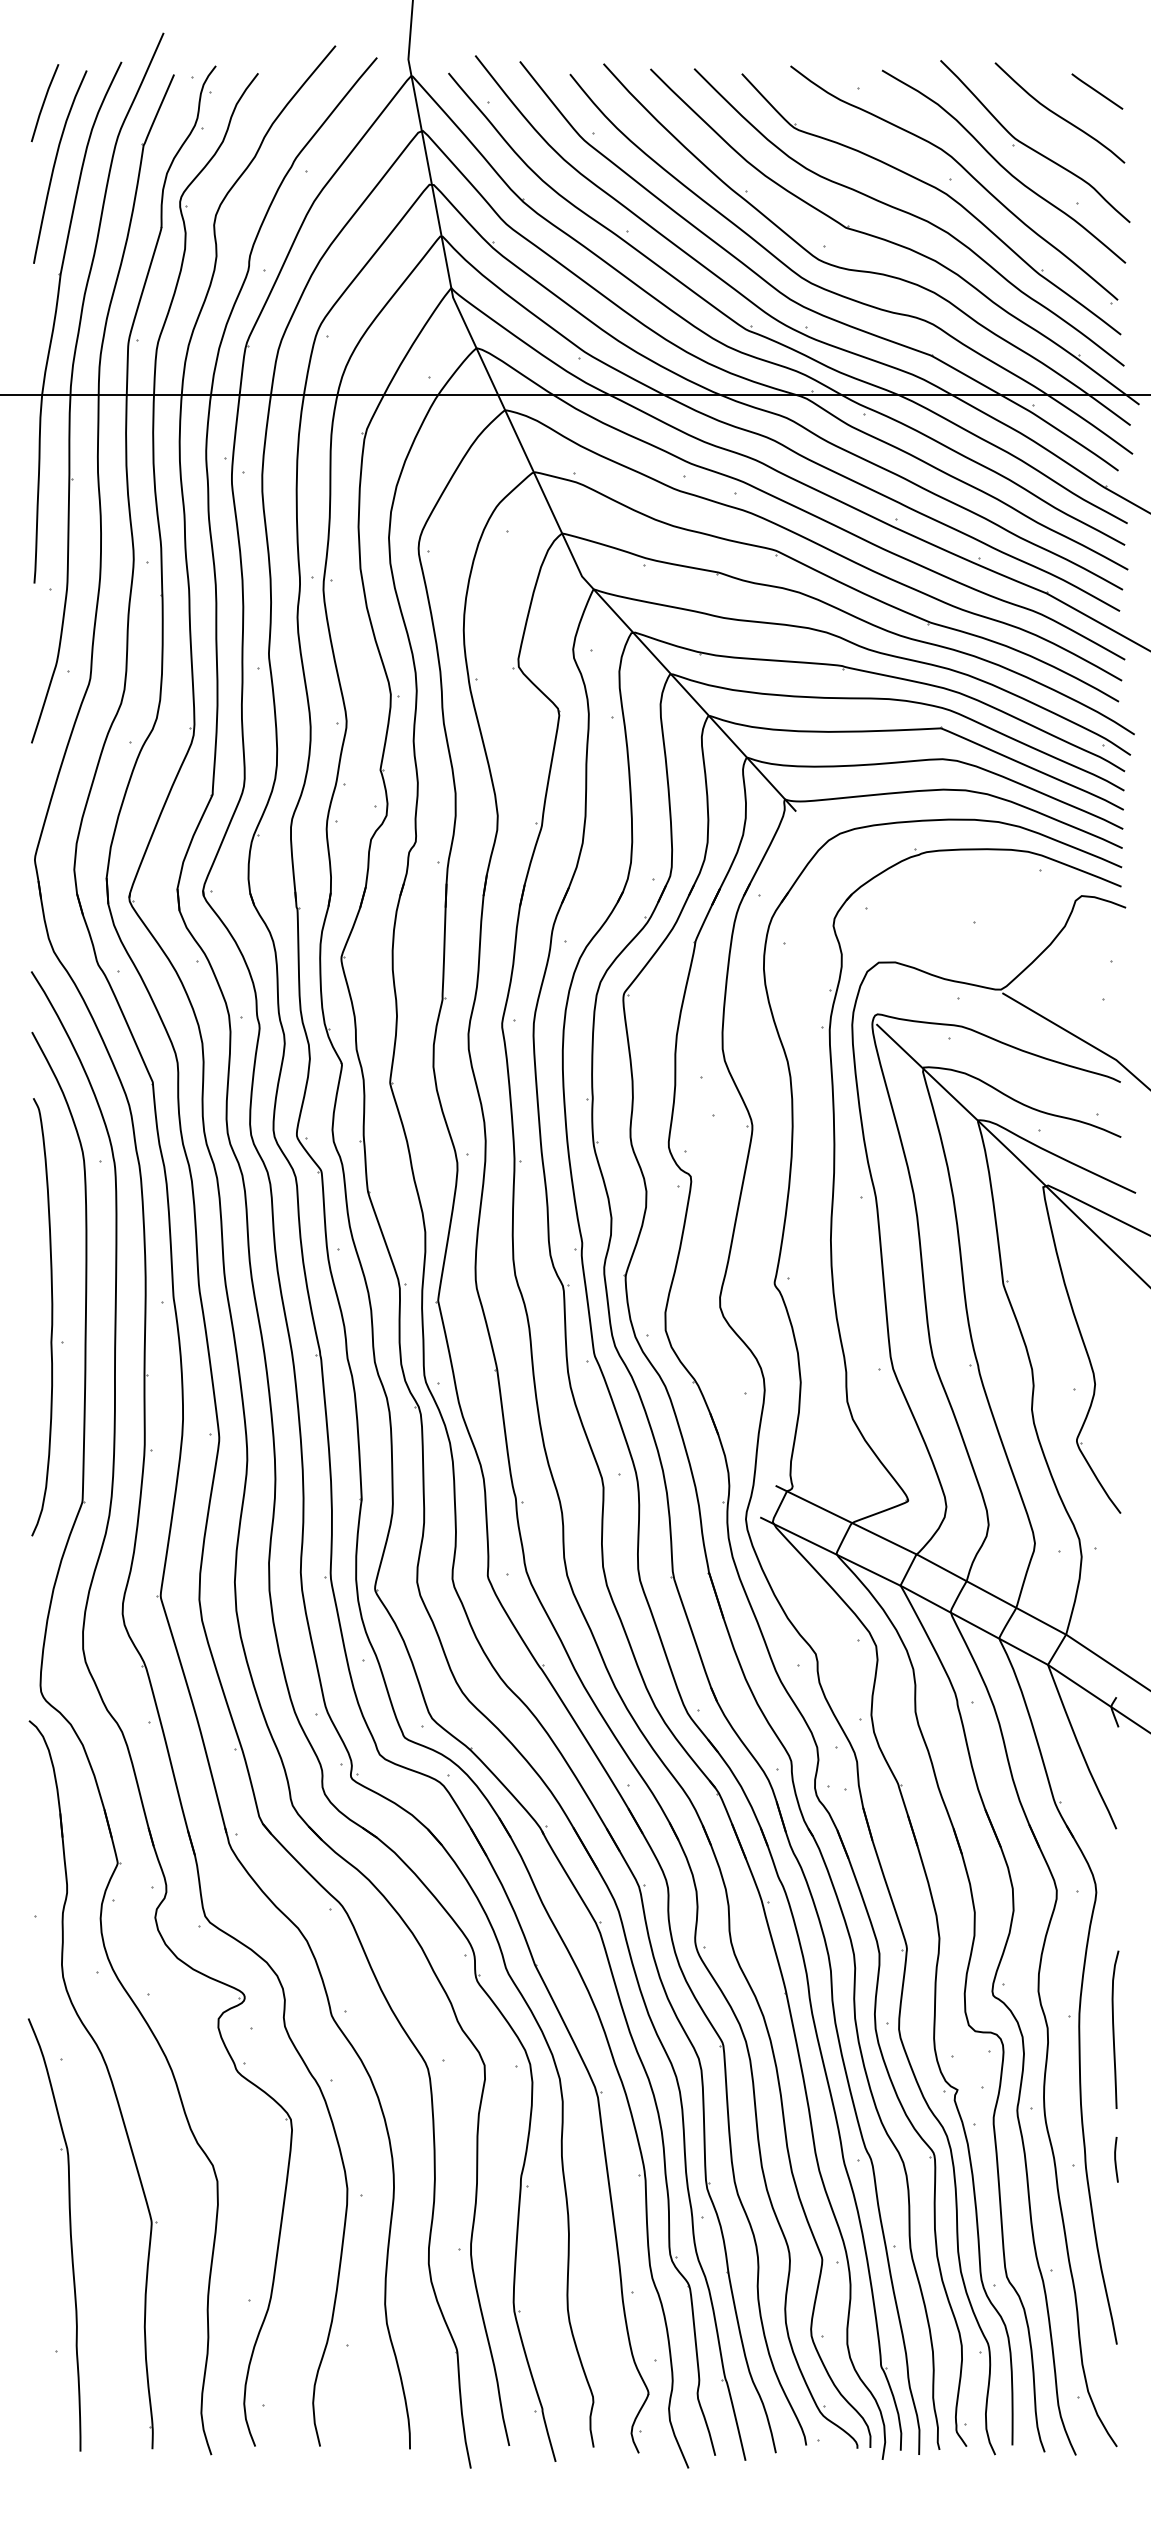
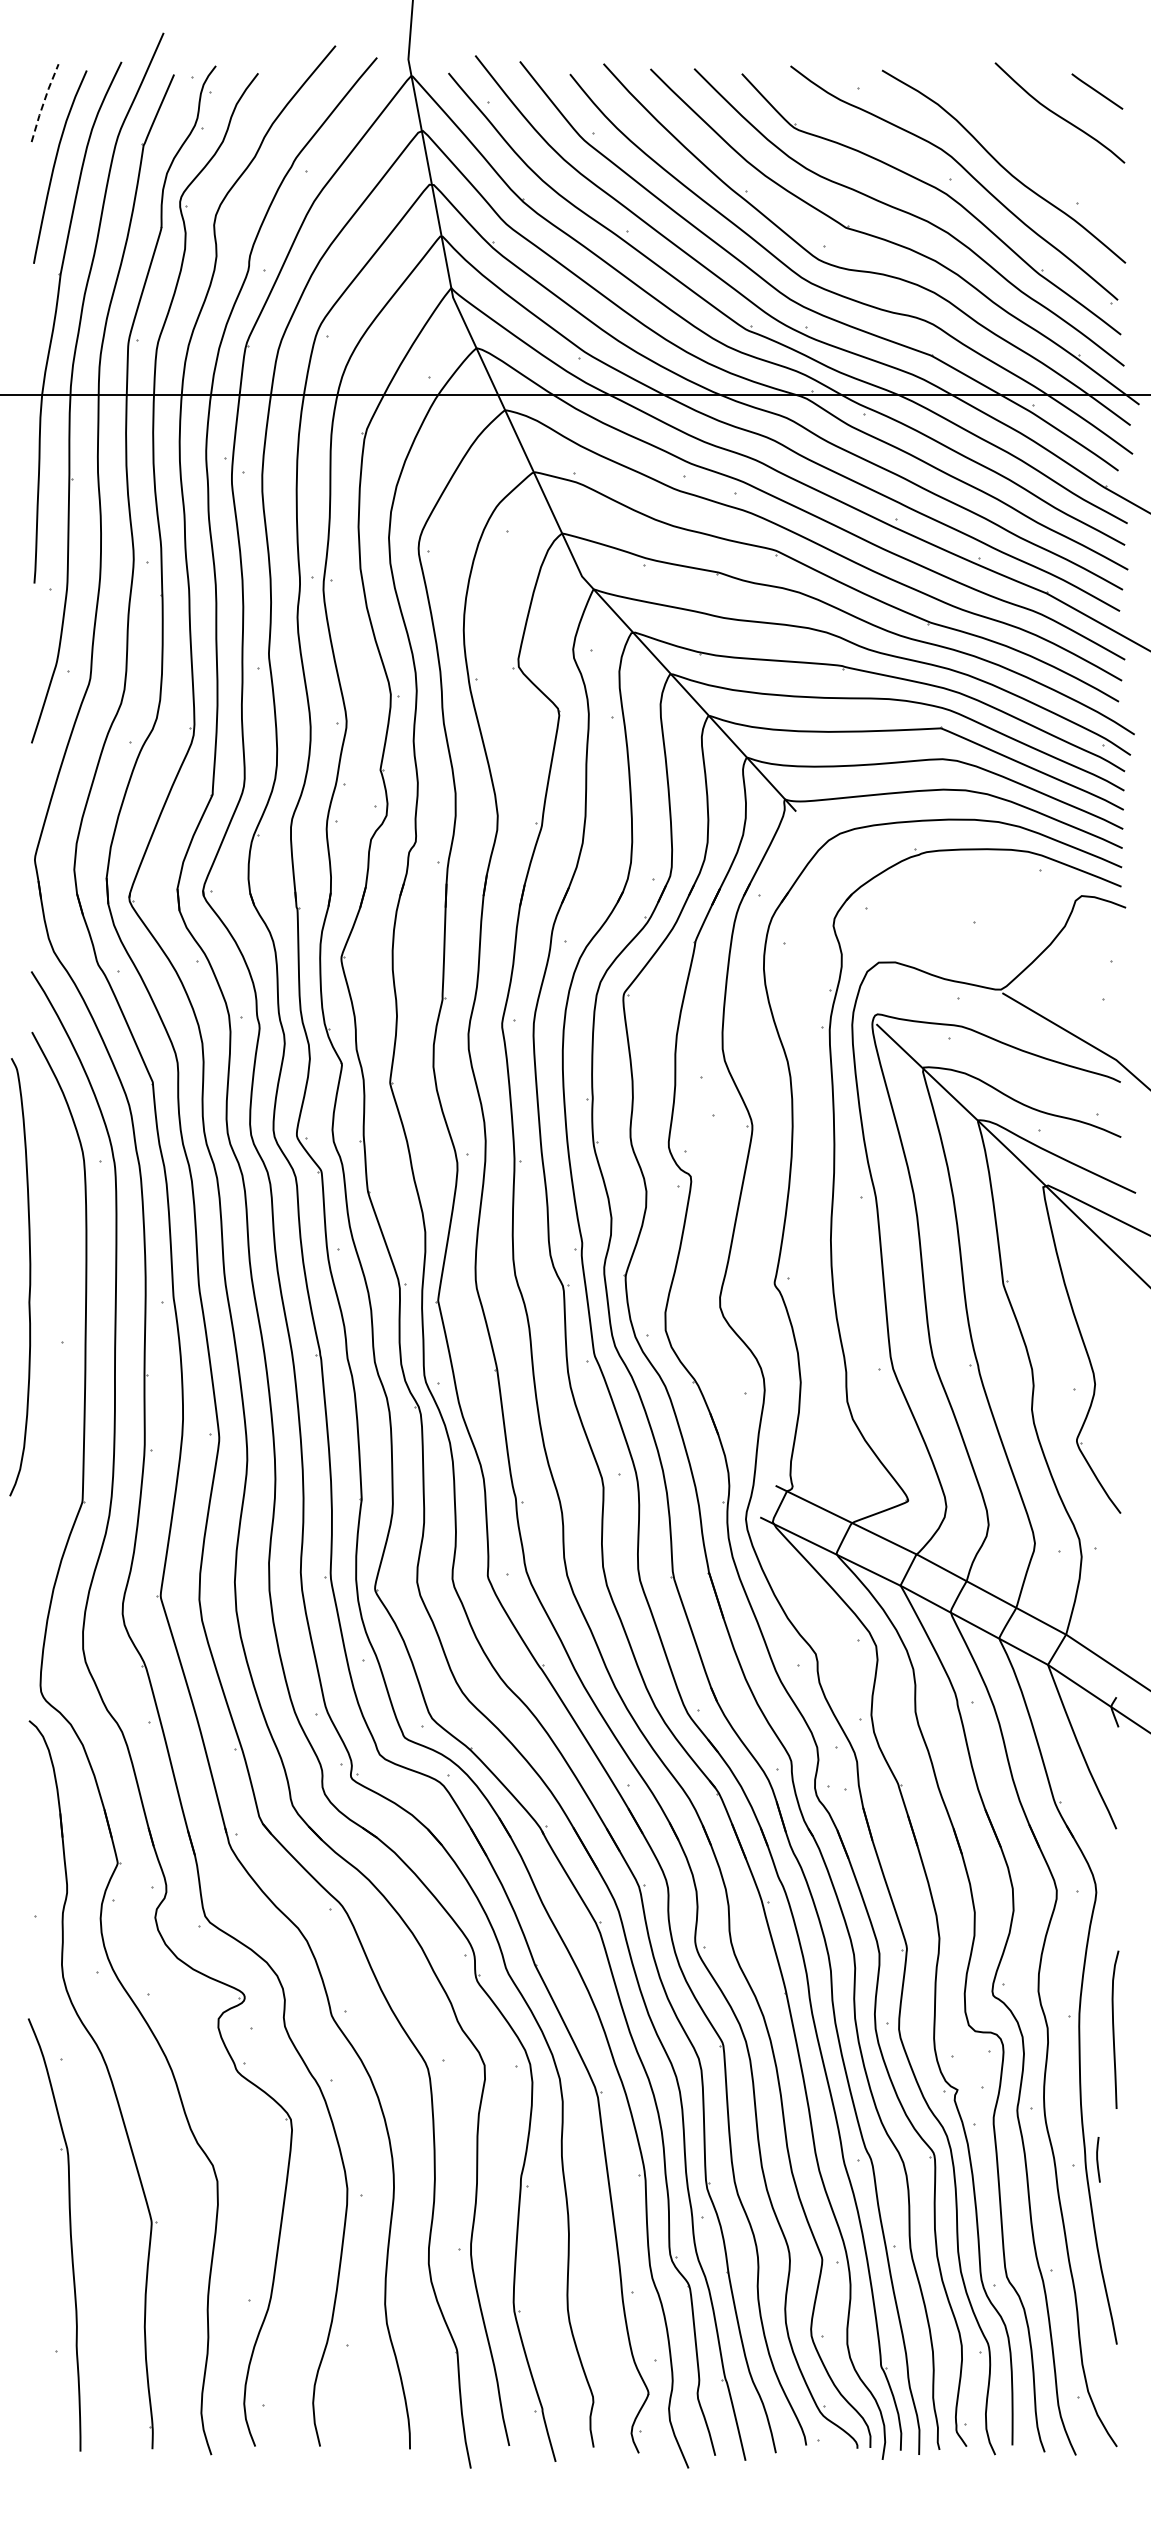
line at (44, 102): solid -> dashed
part at (1031, 147): present -> none
curve at (51, 1317) position: (51, 1317) -> (29, 1277)
curve at (1116, 2159) position: (1116, 2159) -> (1098, 2159)
